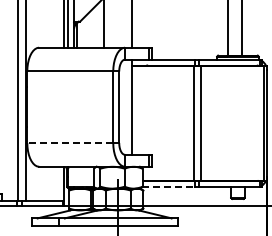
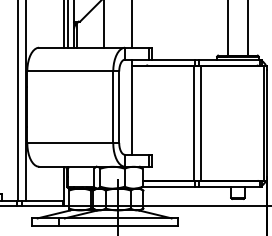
line at (241, 28) position: (241, 28) -> (247, 28)
line at (70, 142): dashed -> solid
line at (169, 187): dashed -> solid
